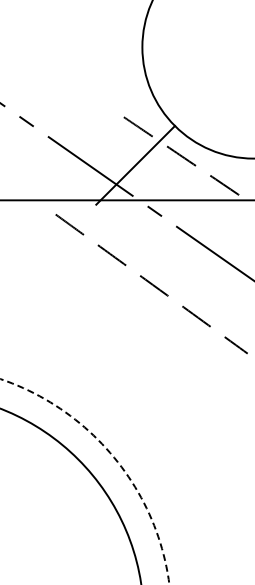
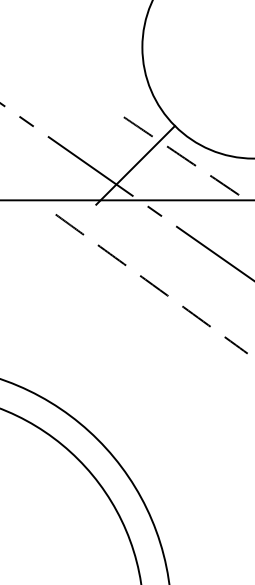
circle at (84, 481): dashed -> solid
